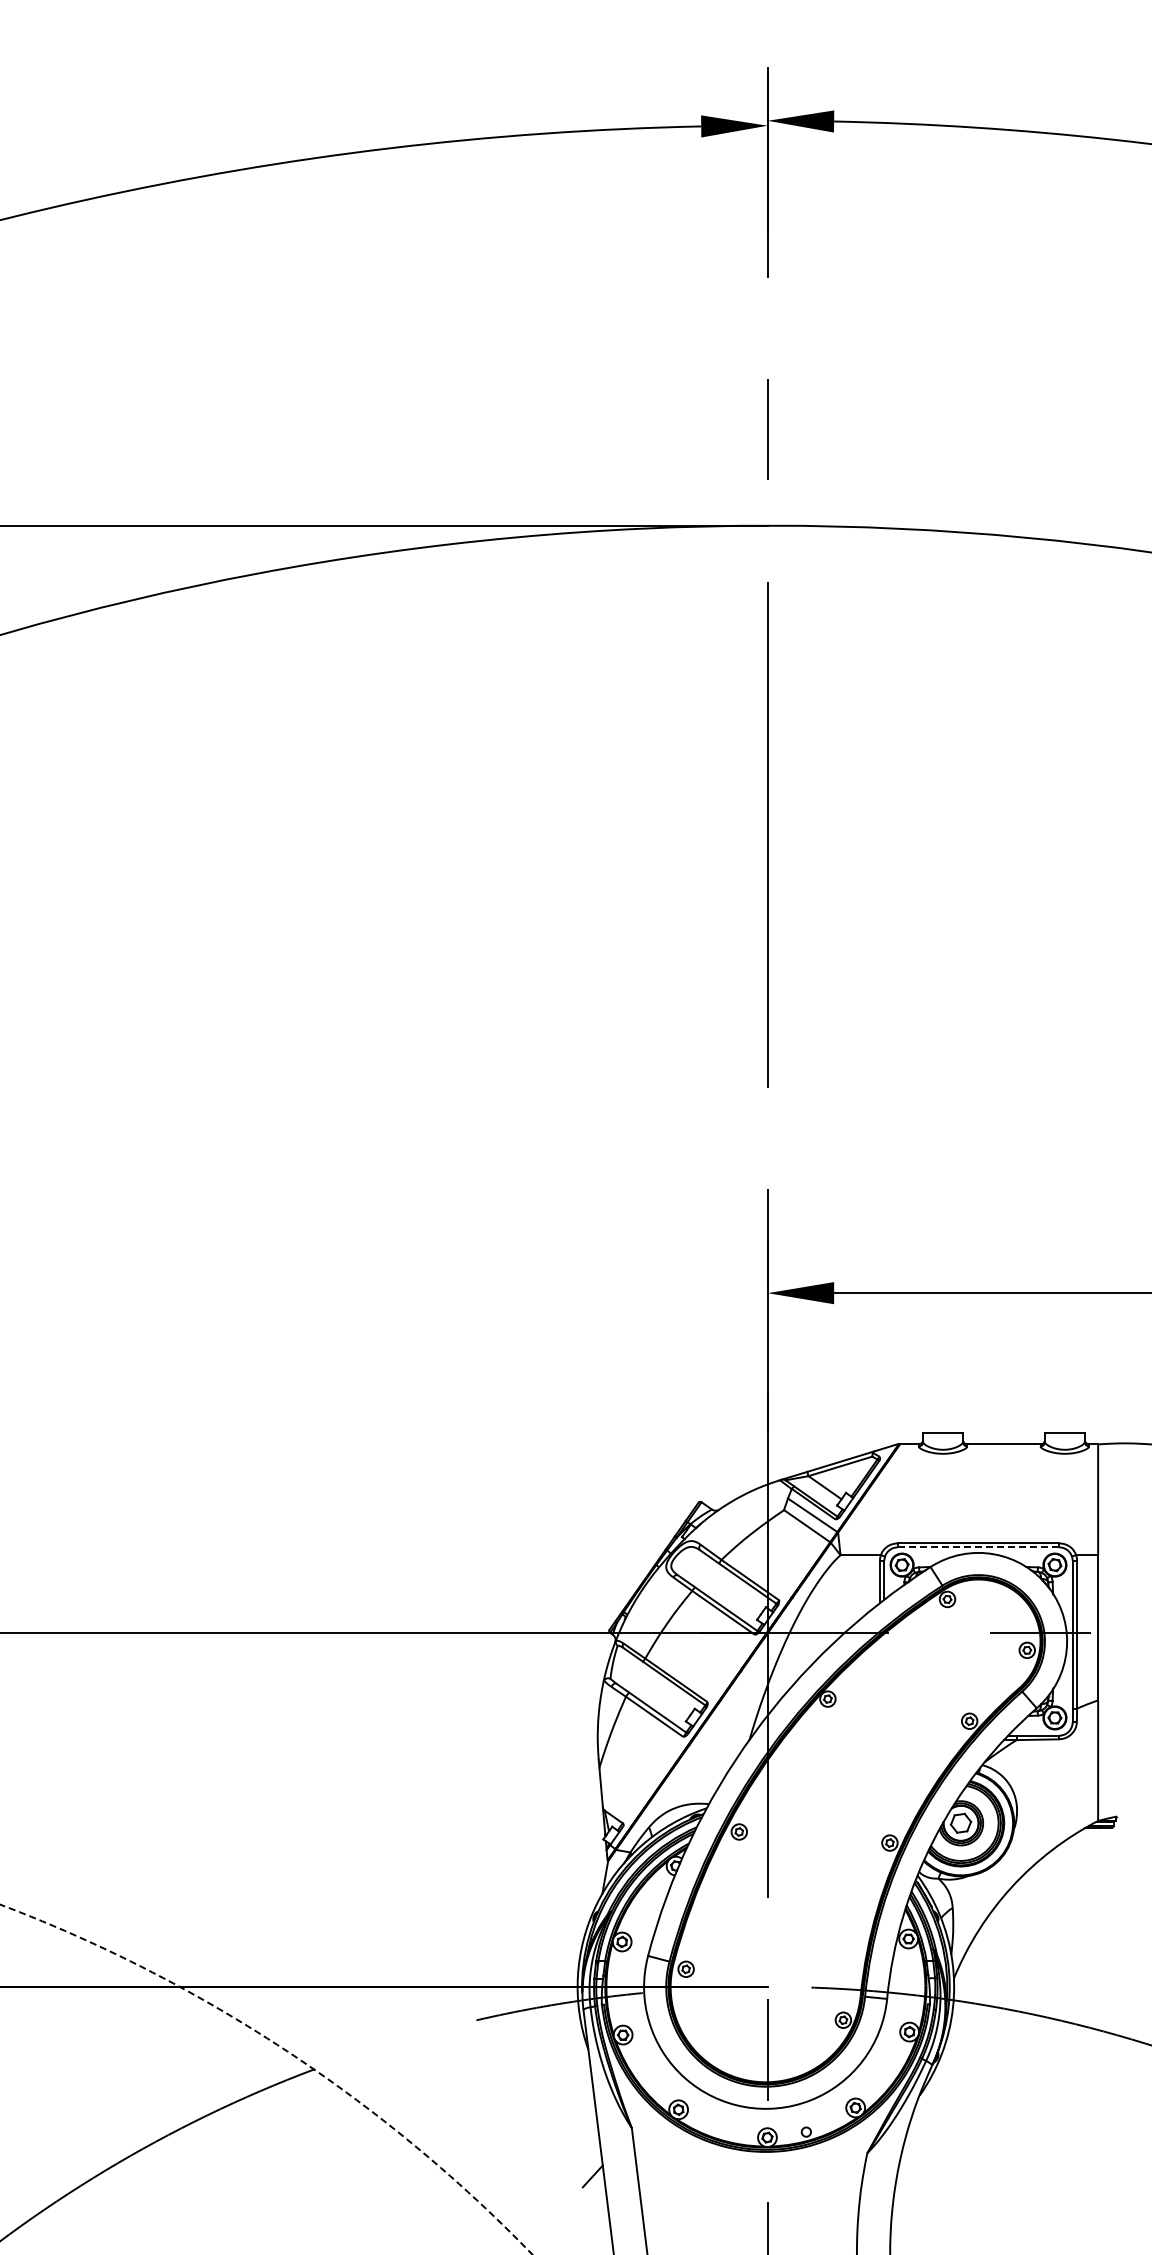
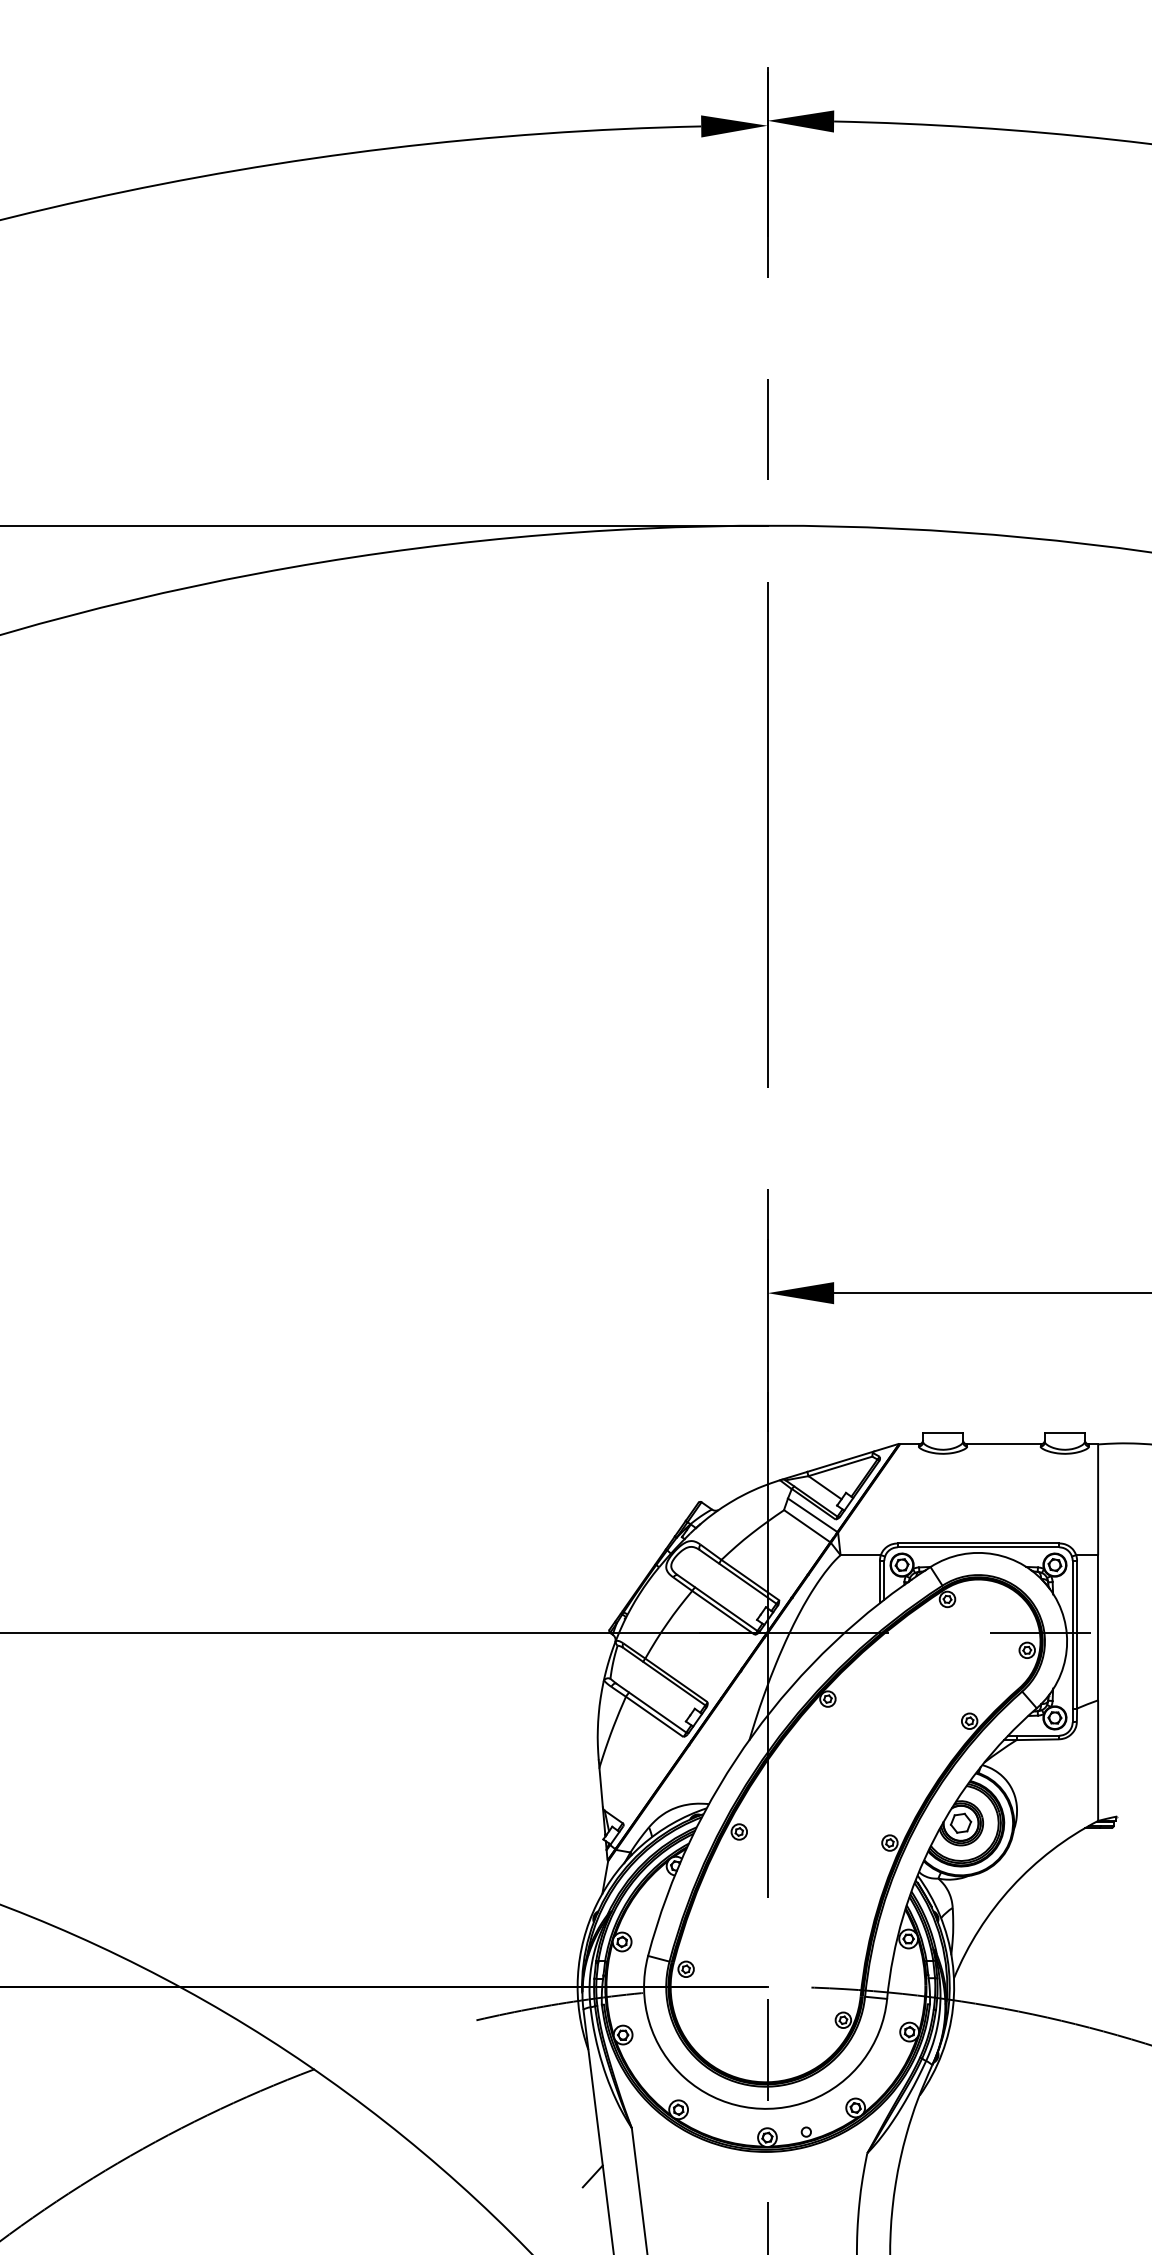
line at (978, 1547): dashed -> solid
arc at (286, 2051): dashed -> solid
